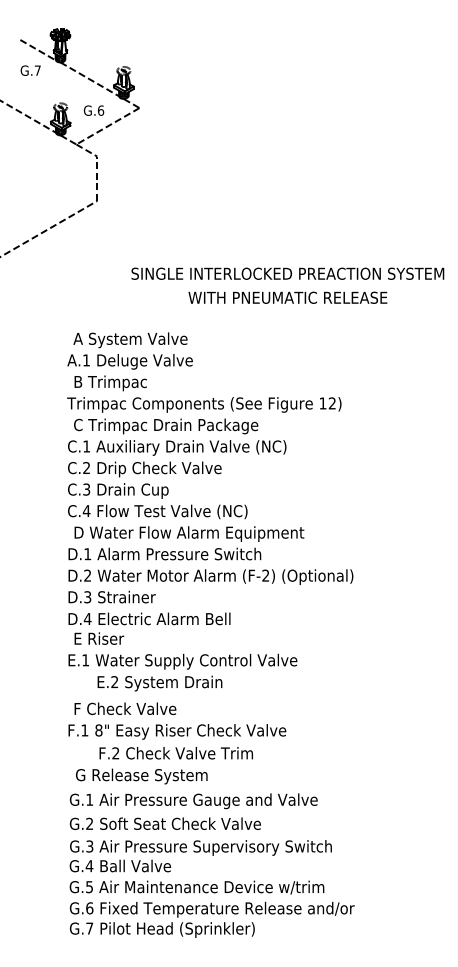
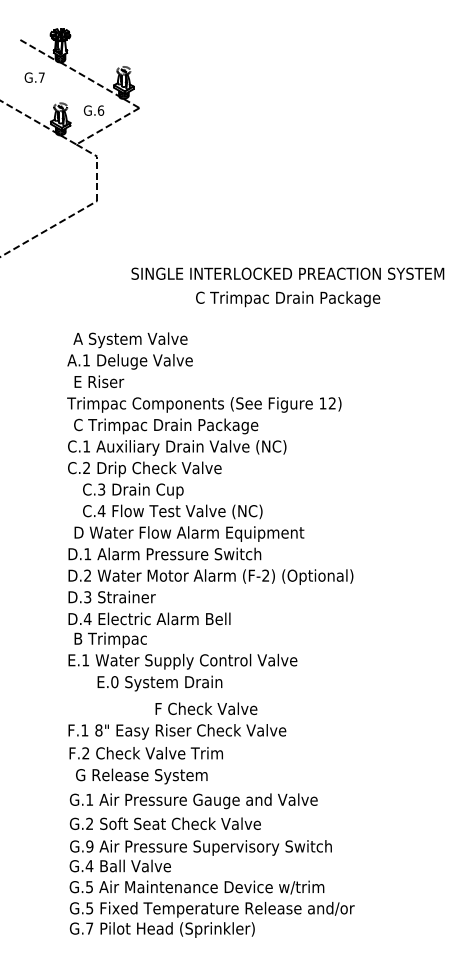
text at (30, 70) position: (30, 70) -> (34, 77)
text at (287, 299): WITH PNEUMATIC RELEASE -> C Trimpac Drain Package
text at (112, 383): B Trimpac -> E Riser
text at (157, 501) position: (157, 501) -> (172, 501)
text at (112, 640): E Riser -> B Trimpac
text at (114, 682): E.2 -> E.0
text at (125, 708) position: (125, 708) -> (206, 708)
text at (175, 753) position: (175, 753) -> (145, 753)
text at (89, 846): G.3 -> G.9
text at (89, 908): G.6 -> G.5
